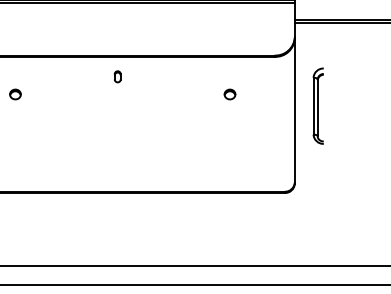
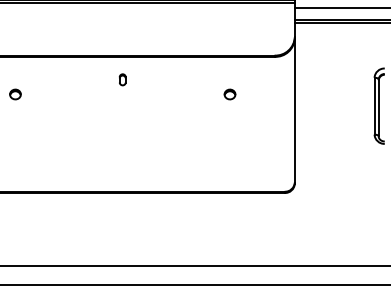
line at (340, 7): none -> present
part at (117, 76) position: (117, 76) -> (122, 79)
part at (317, 105) position: (317, 105) -> (378, 105)
